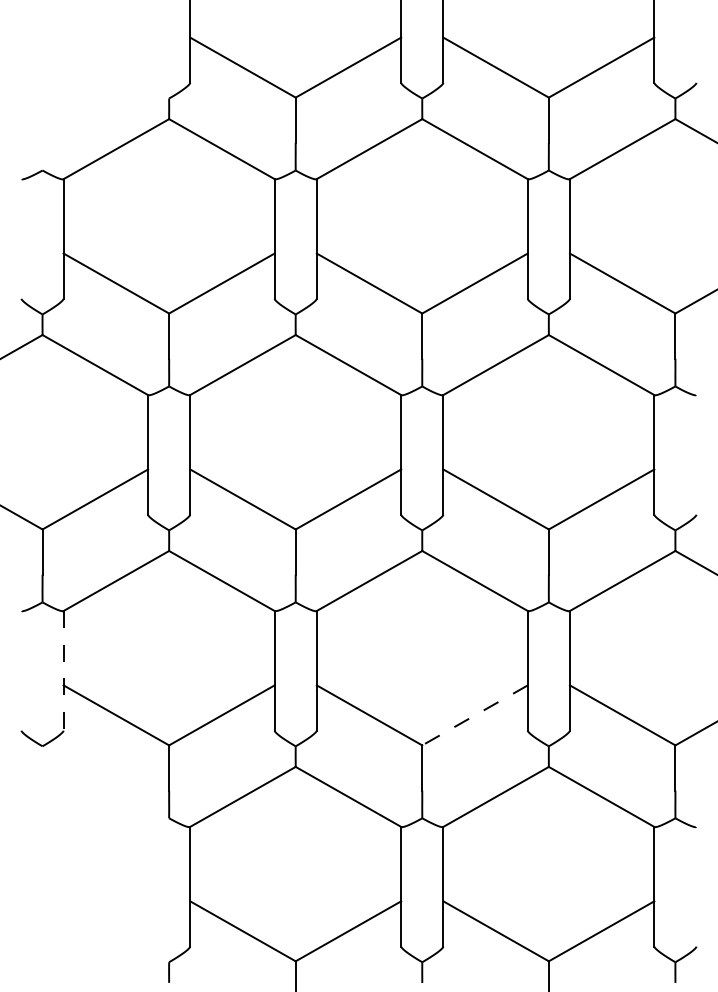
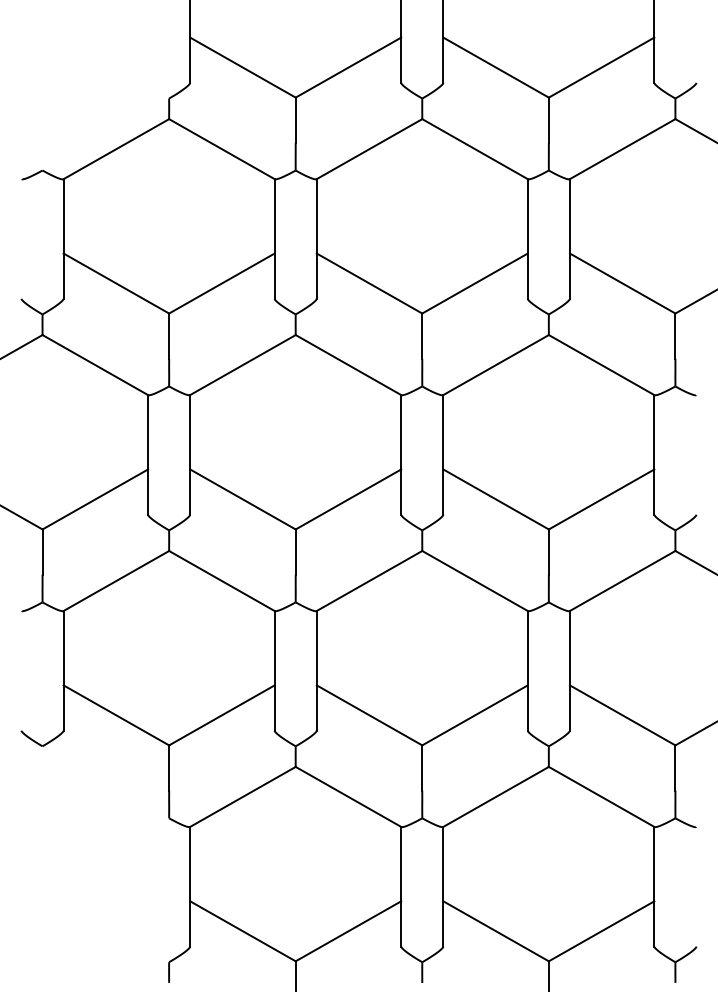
line at (63, 670): dashed -> solid
line at (475, 715): dashed -> solid
